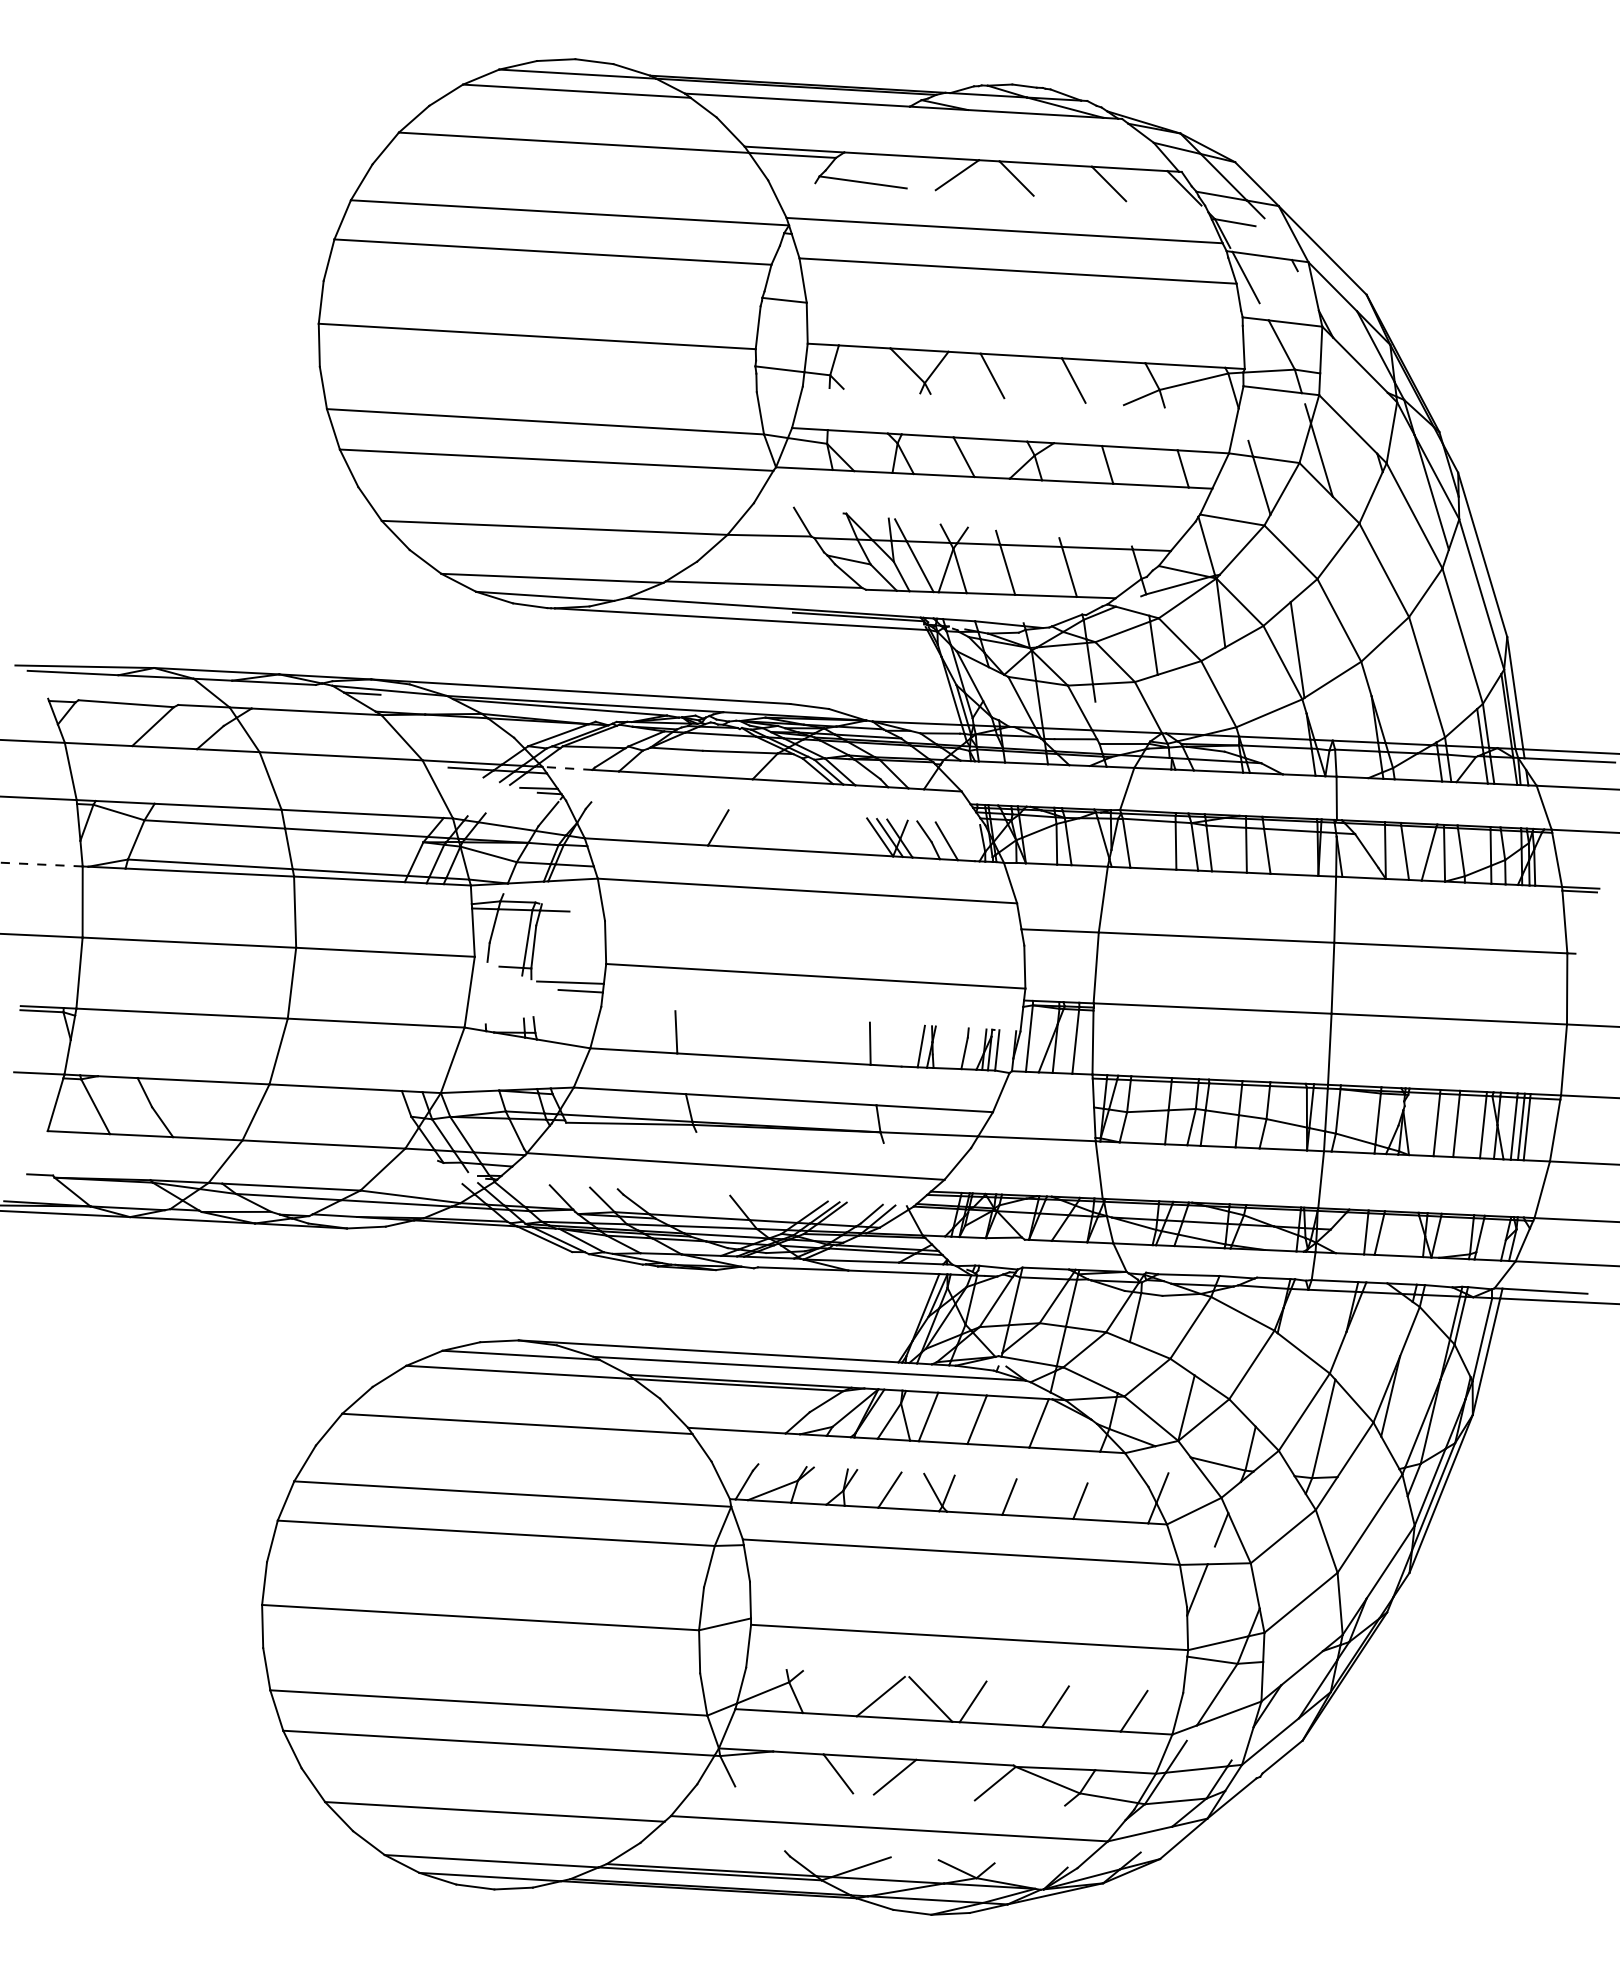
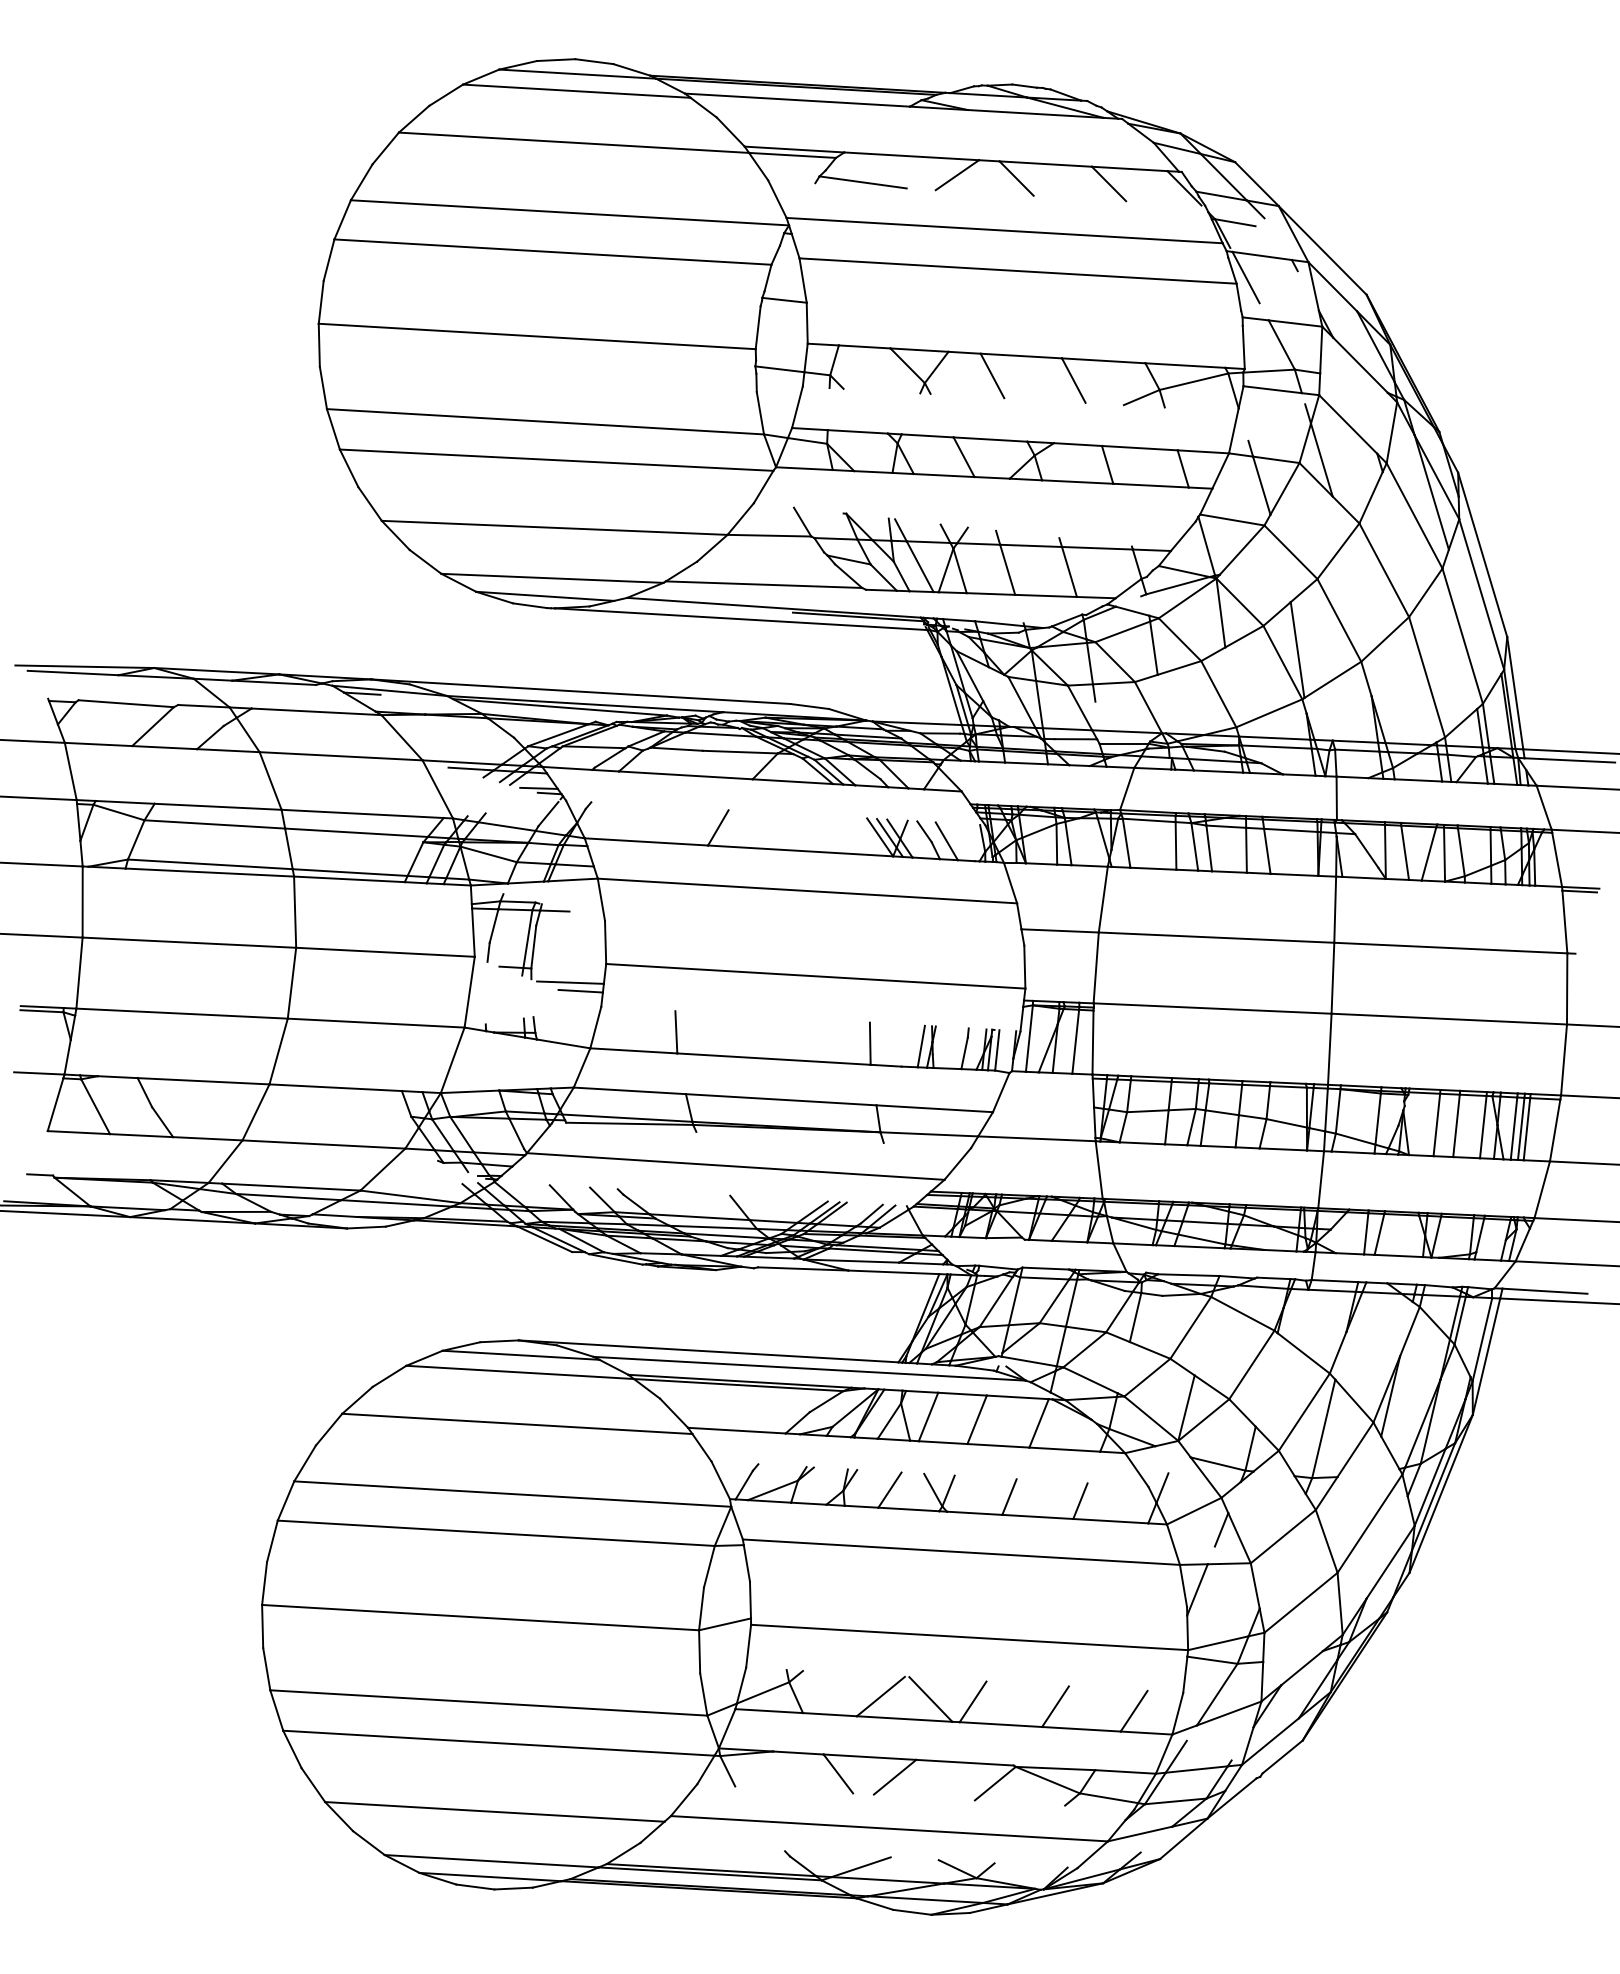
line at (567, 768): dashed -> solid
line at (41, 864): dashed -> solid
